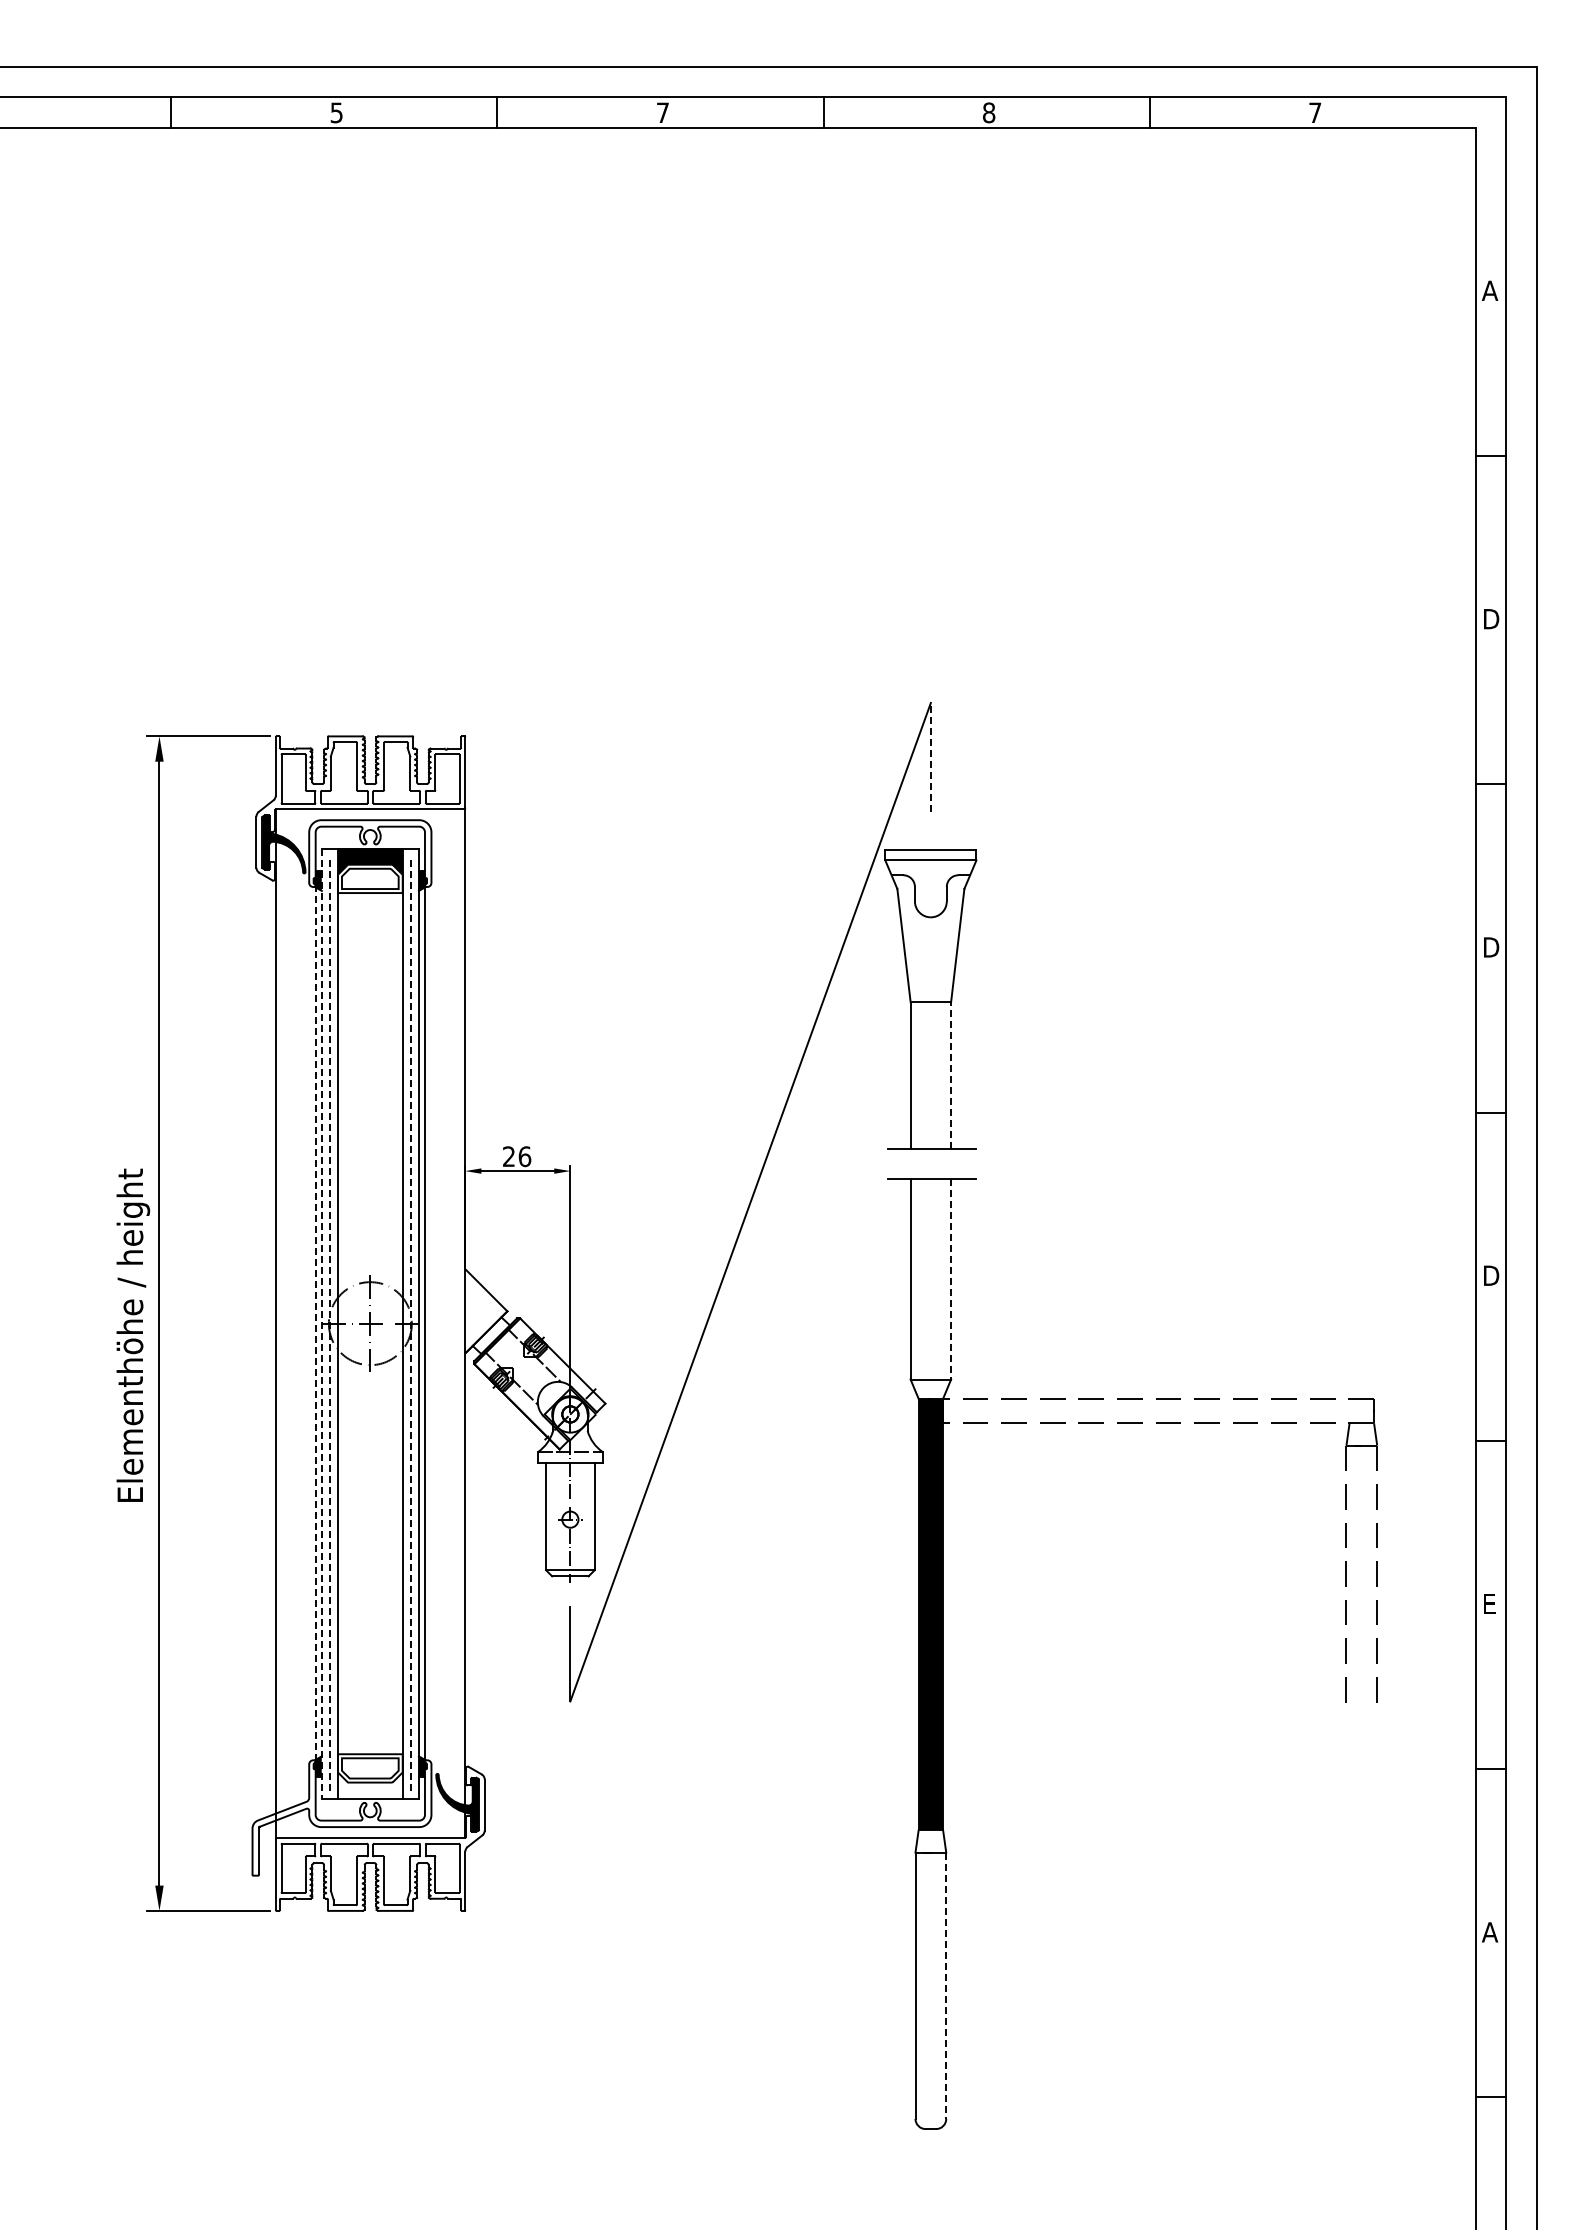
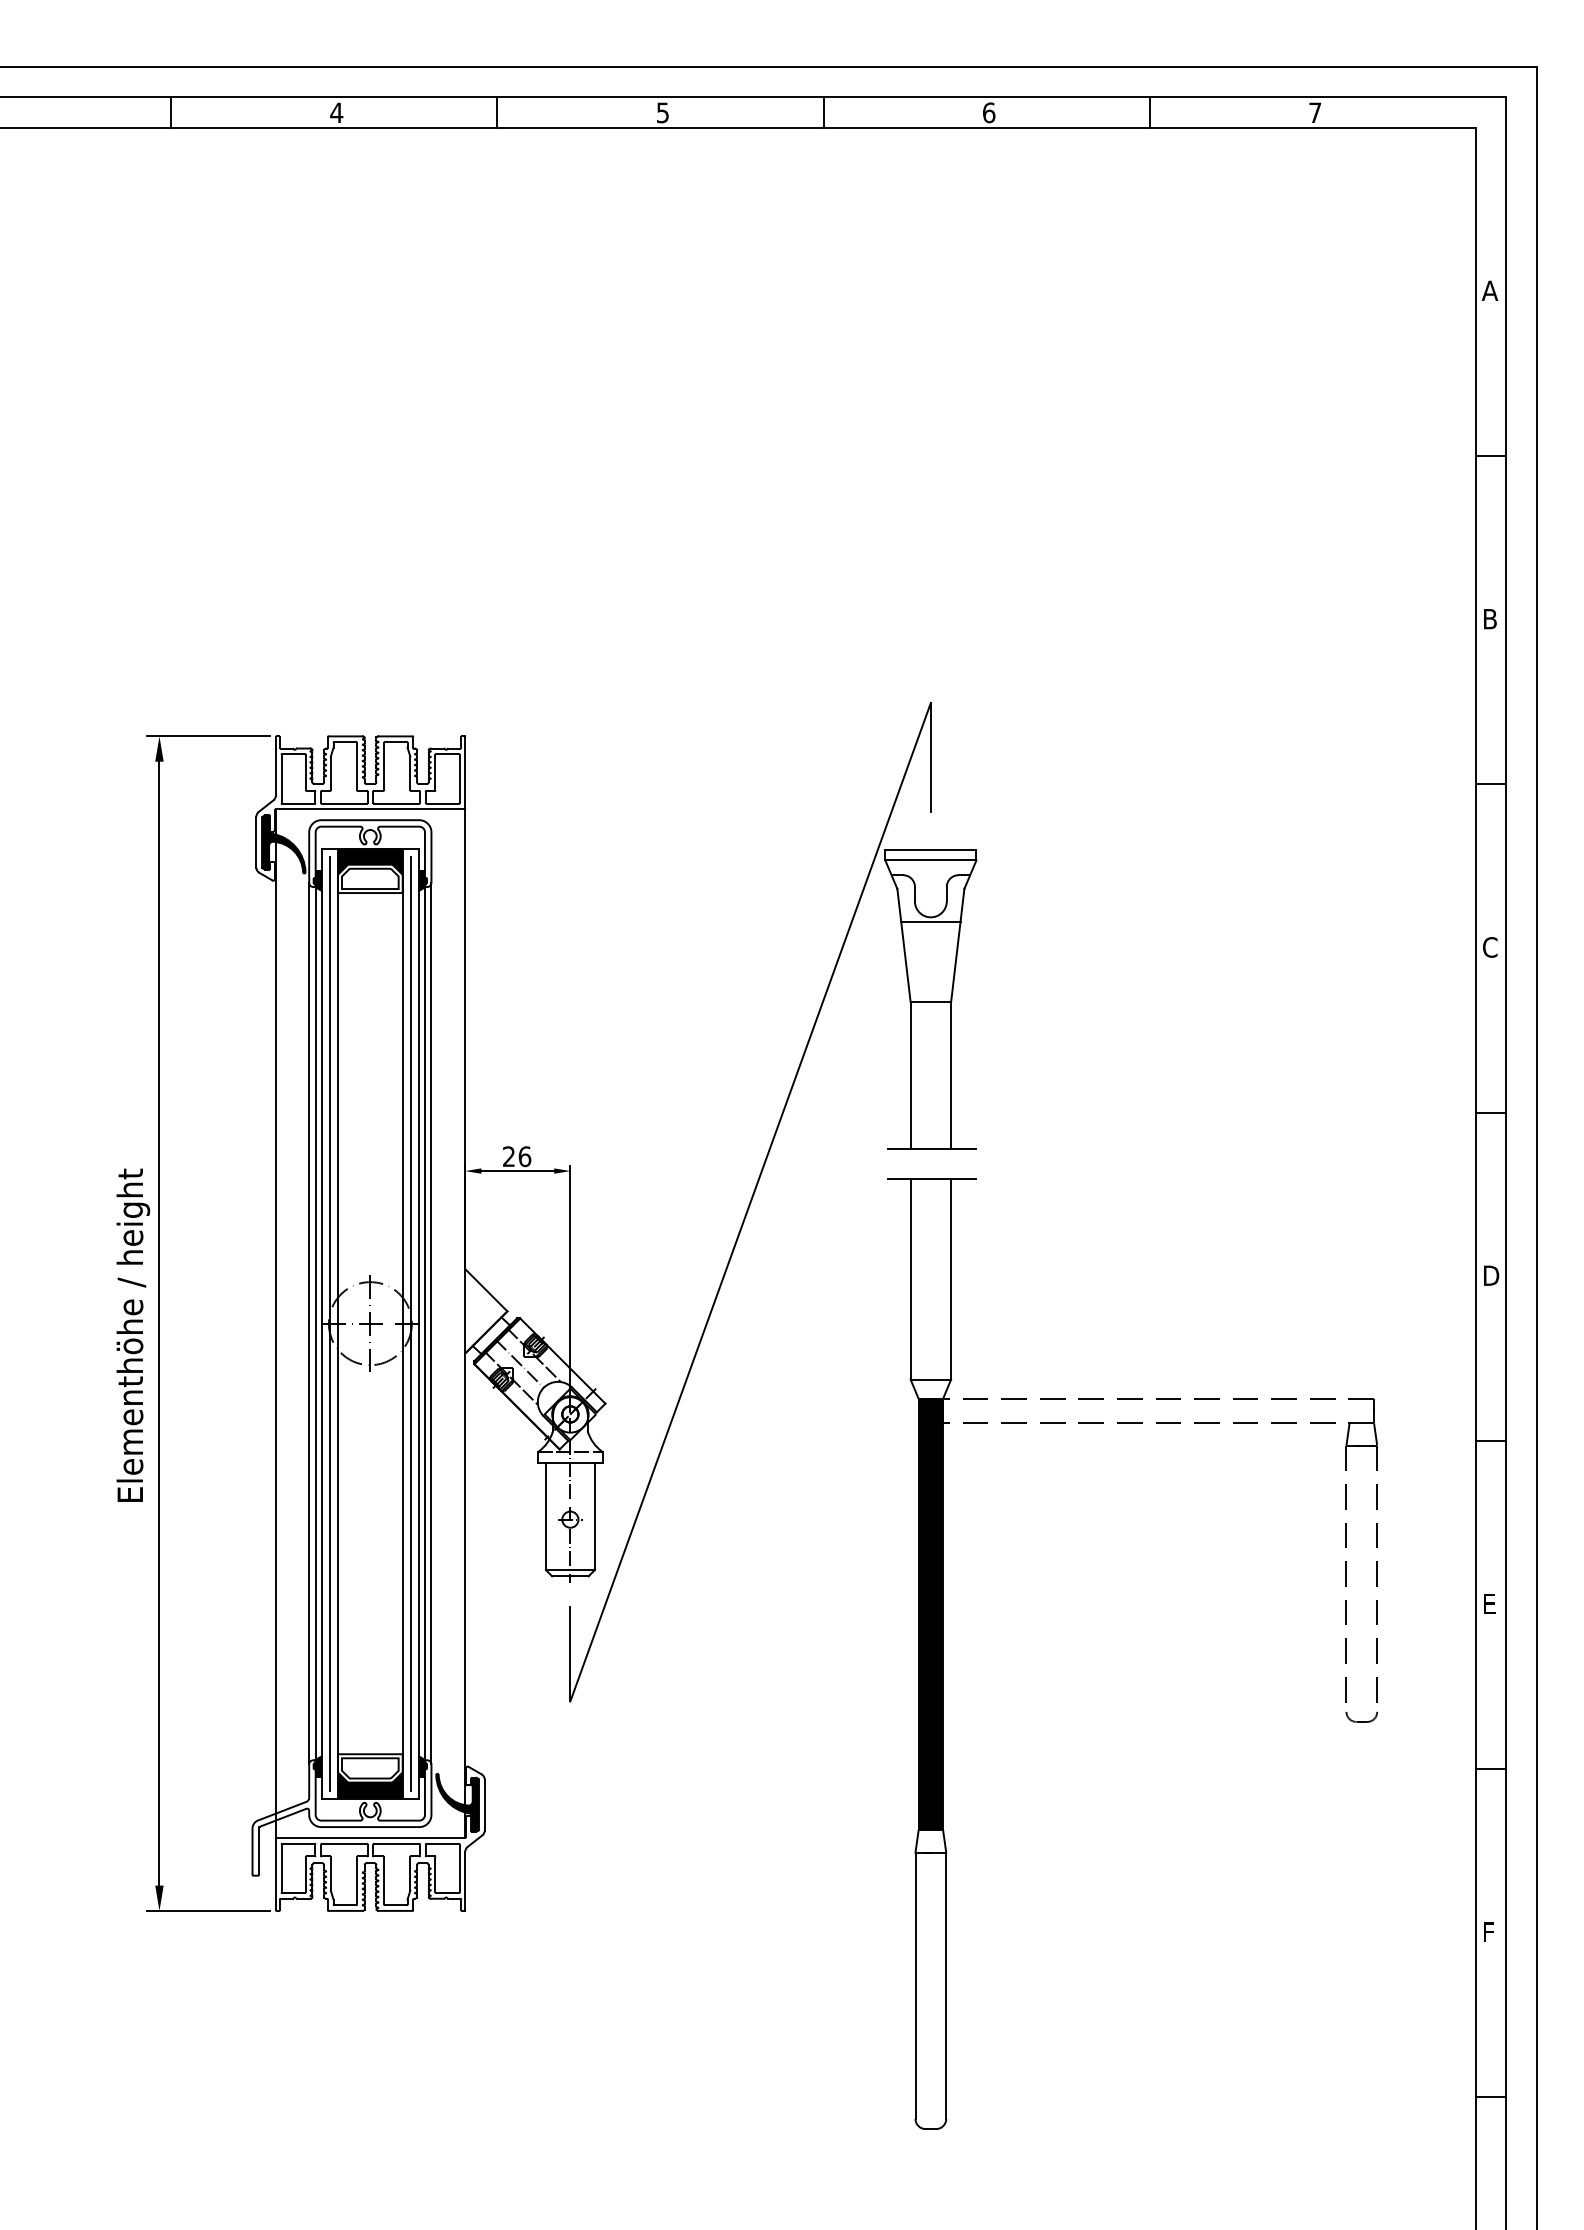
text at (336, 112): 5 -> 4
text at (662, 112): 7 -> 5
text at (989, 112): 8 -> 6
text at (1492, 619): D -> B
line at (930, 756): dashed -> solid
line at (930, 922): none -> present
text at (1491, 947): D -> C
line at (951, 1075): dashed -> solid
line at (951, 1279): dashed -> solid
line at (309, 1323): none -> present
line at (315, 1323): dashed -> solid
line at (329, 1323): dashed -> solid
line at (410, 1323): dashed -> solid
line at (431, 1323): none -> present
line at (321, 1324): dashed -> solid
line at (519, 1363): none -> present
part at (1361, 1716): none -> present
fill at (369, 1785): none -> present
text at (1489, 1932): A -> F
line at (946, 1986): dashed -> solid
